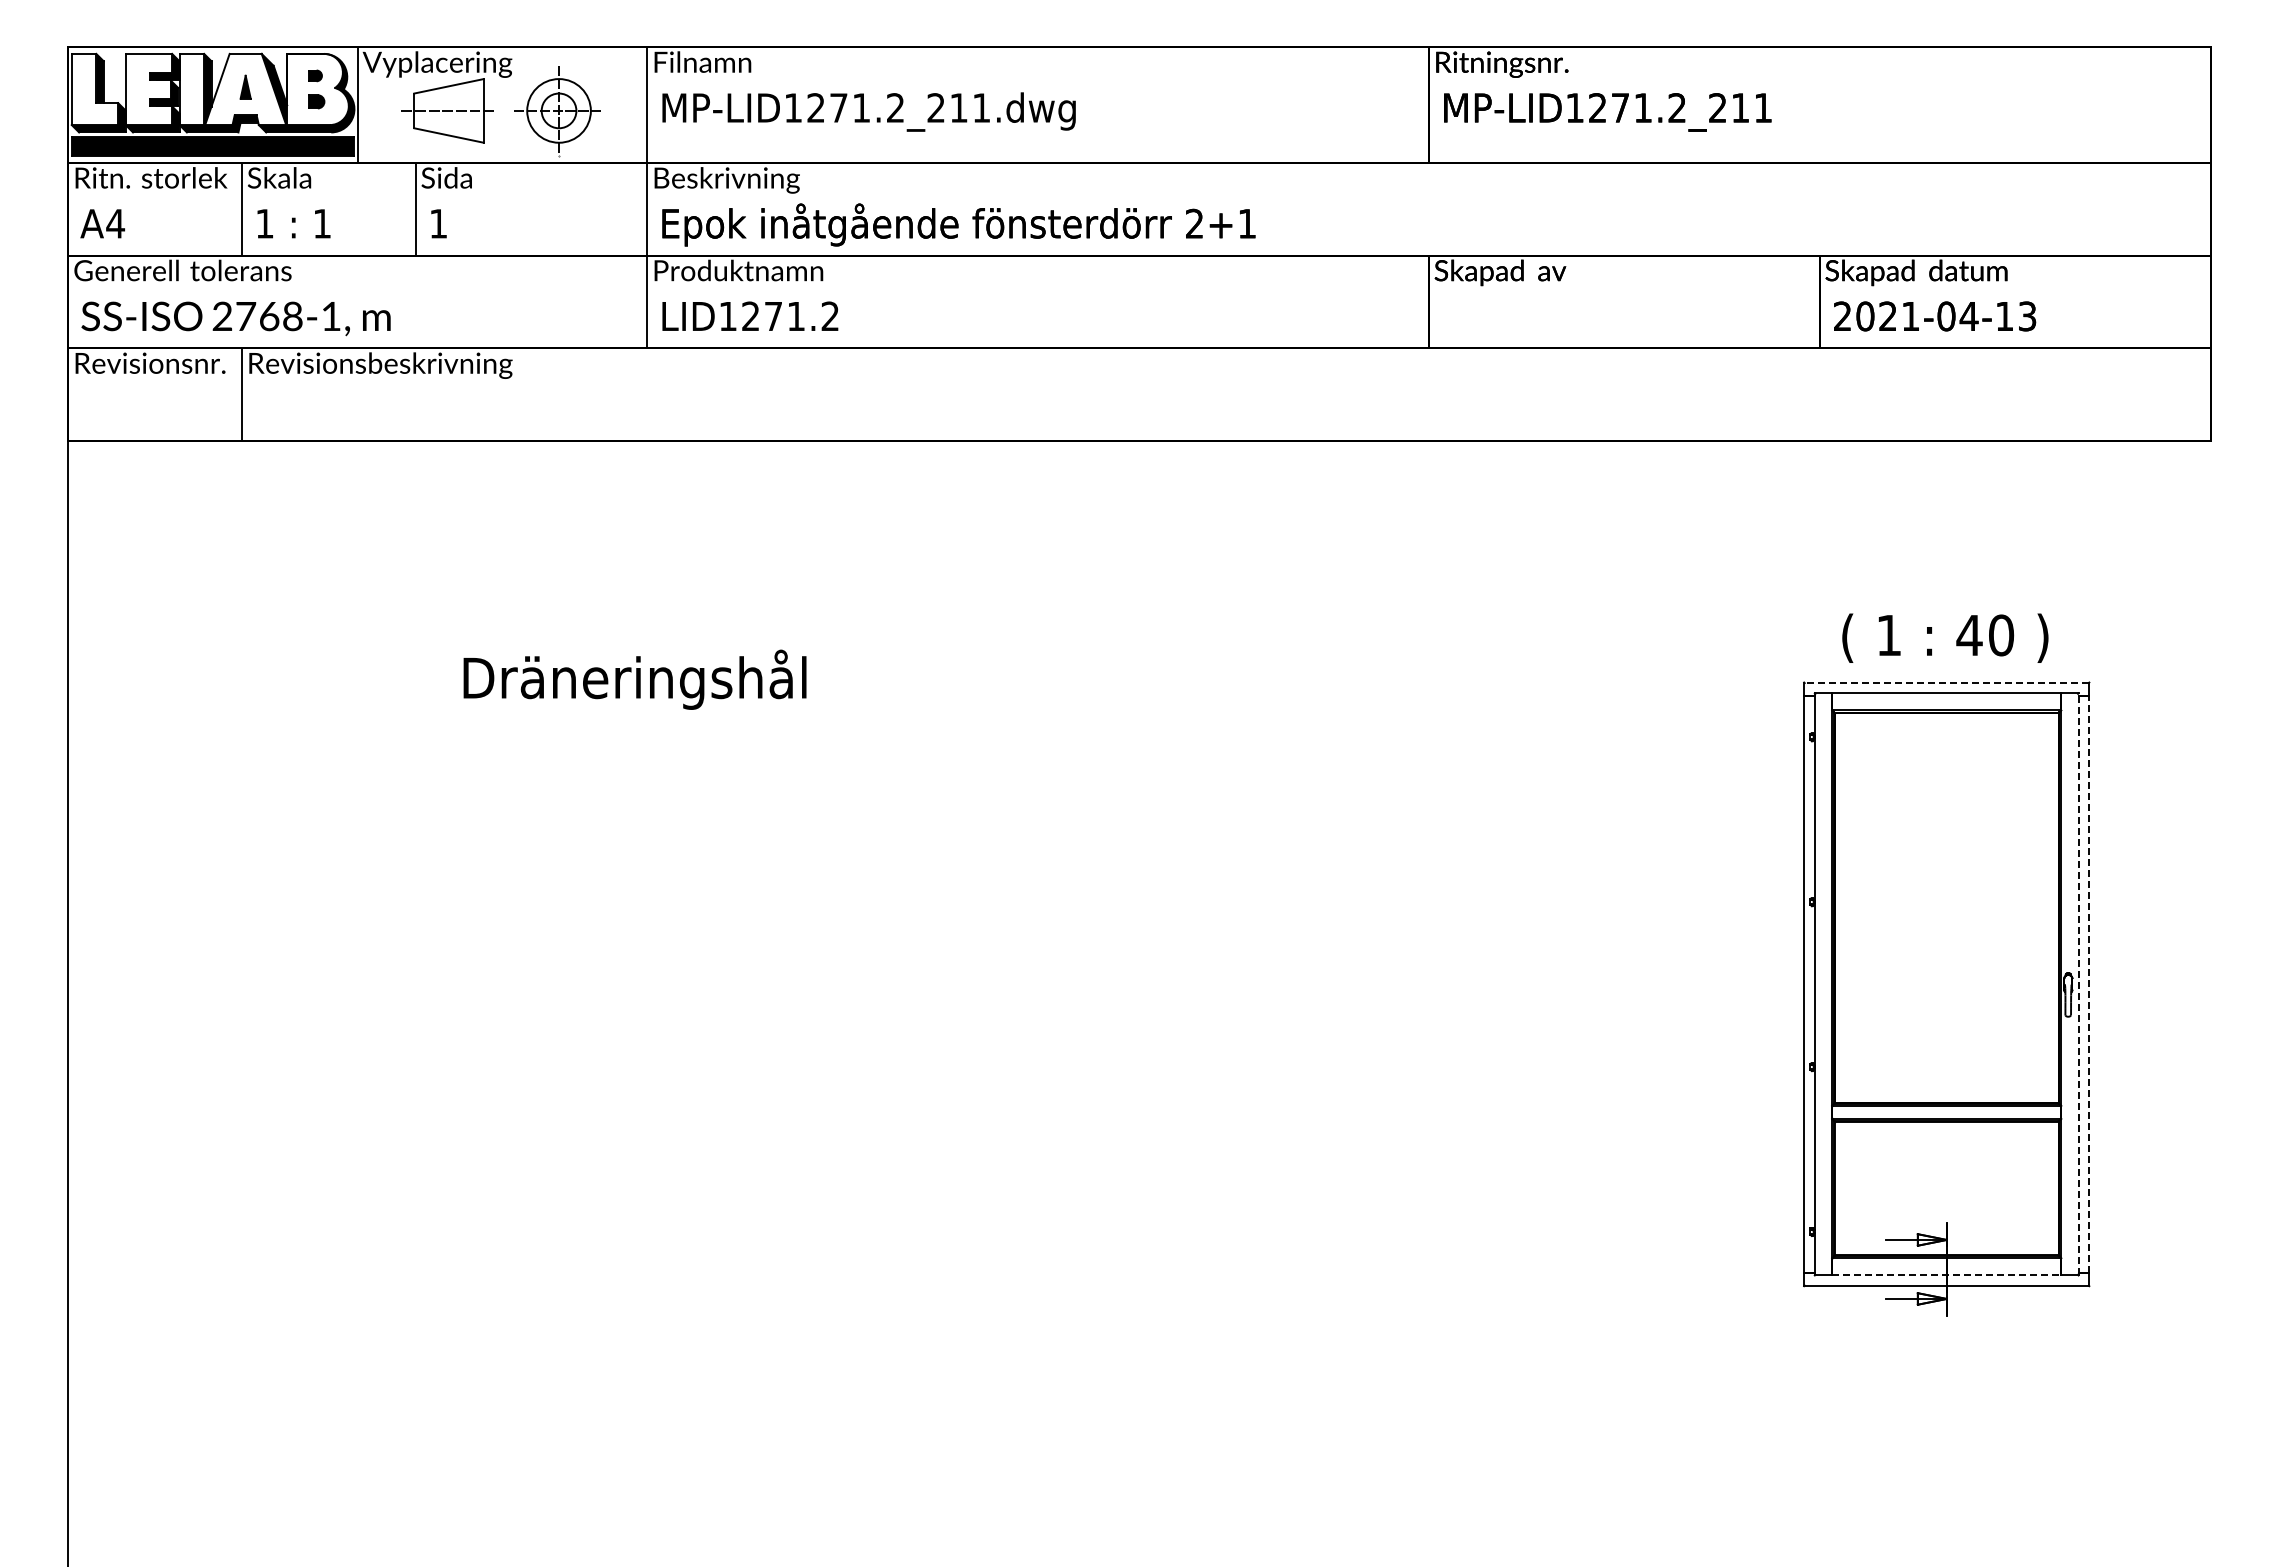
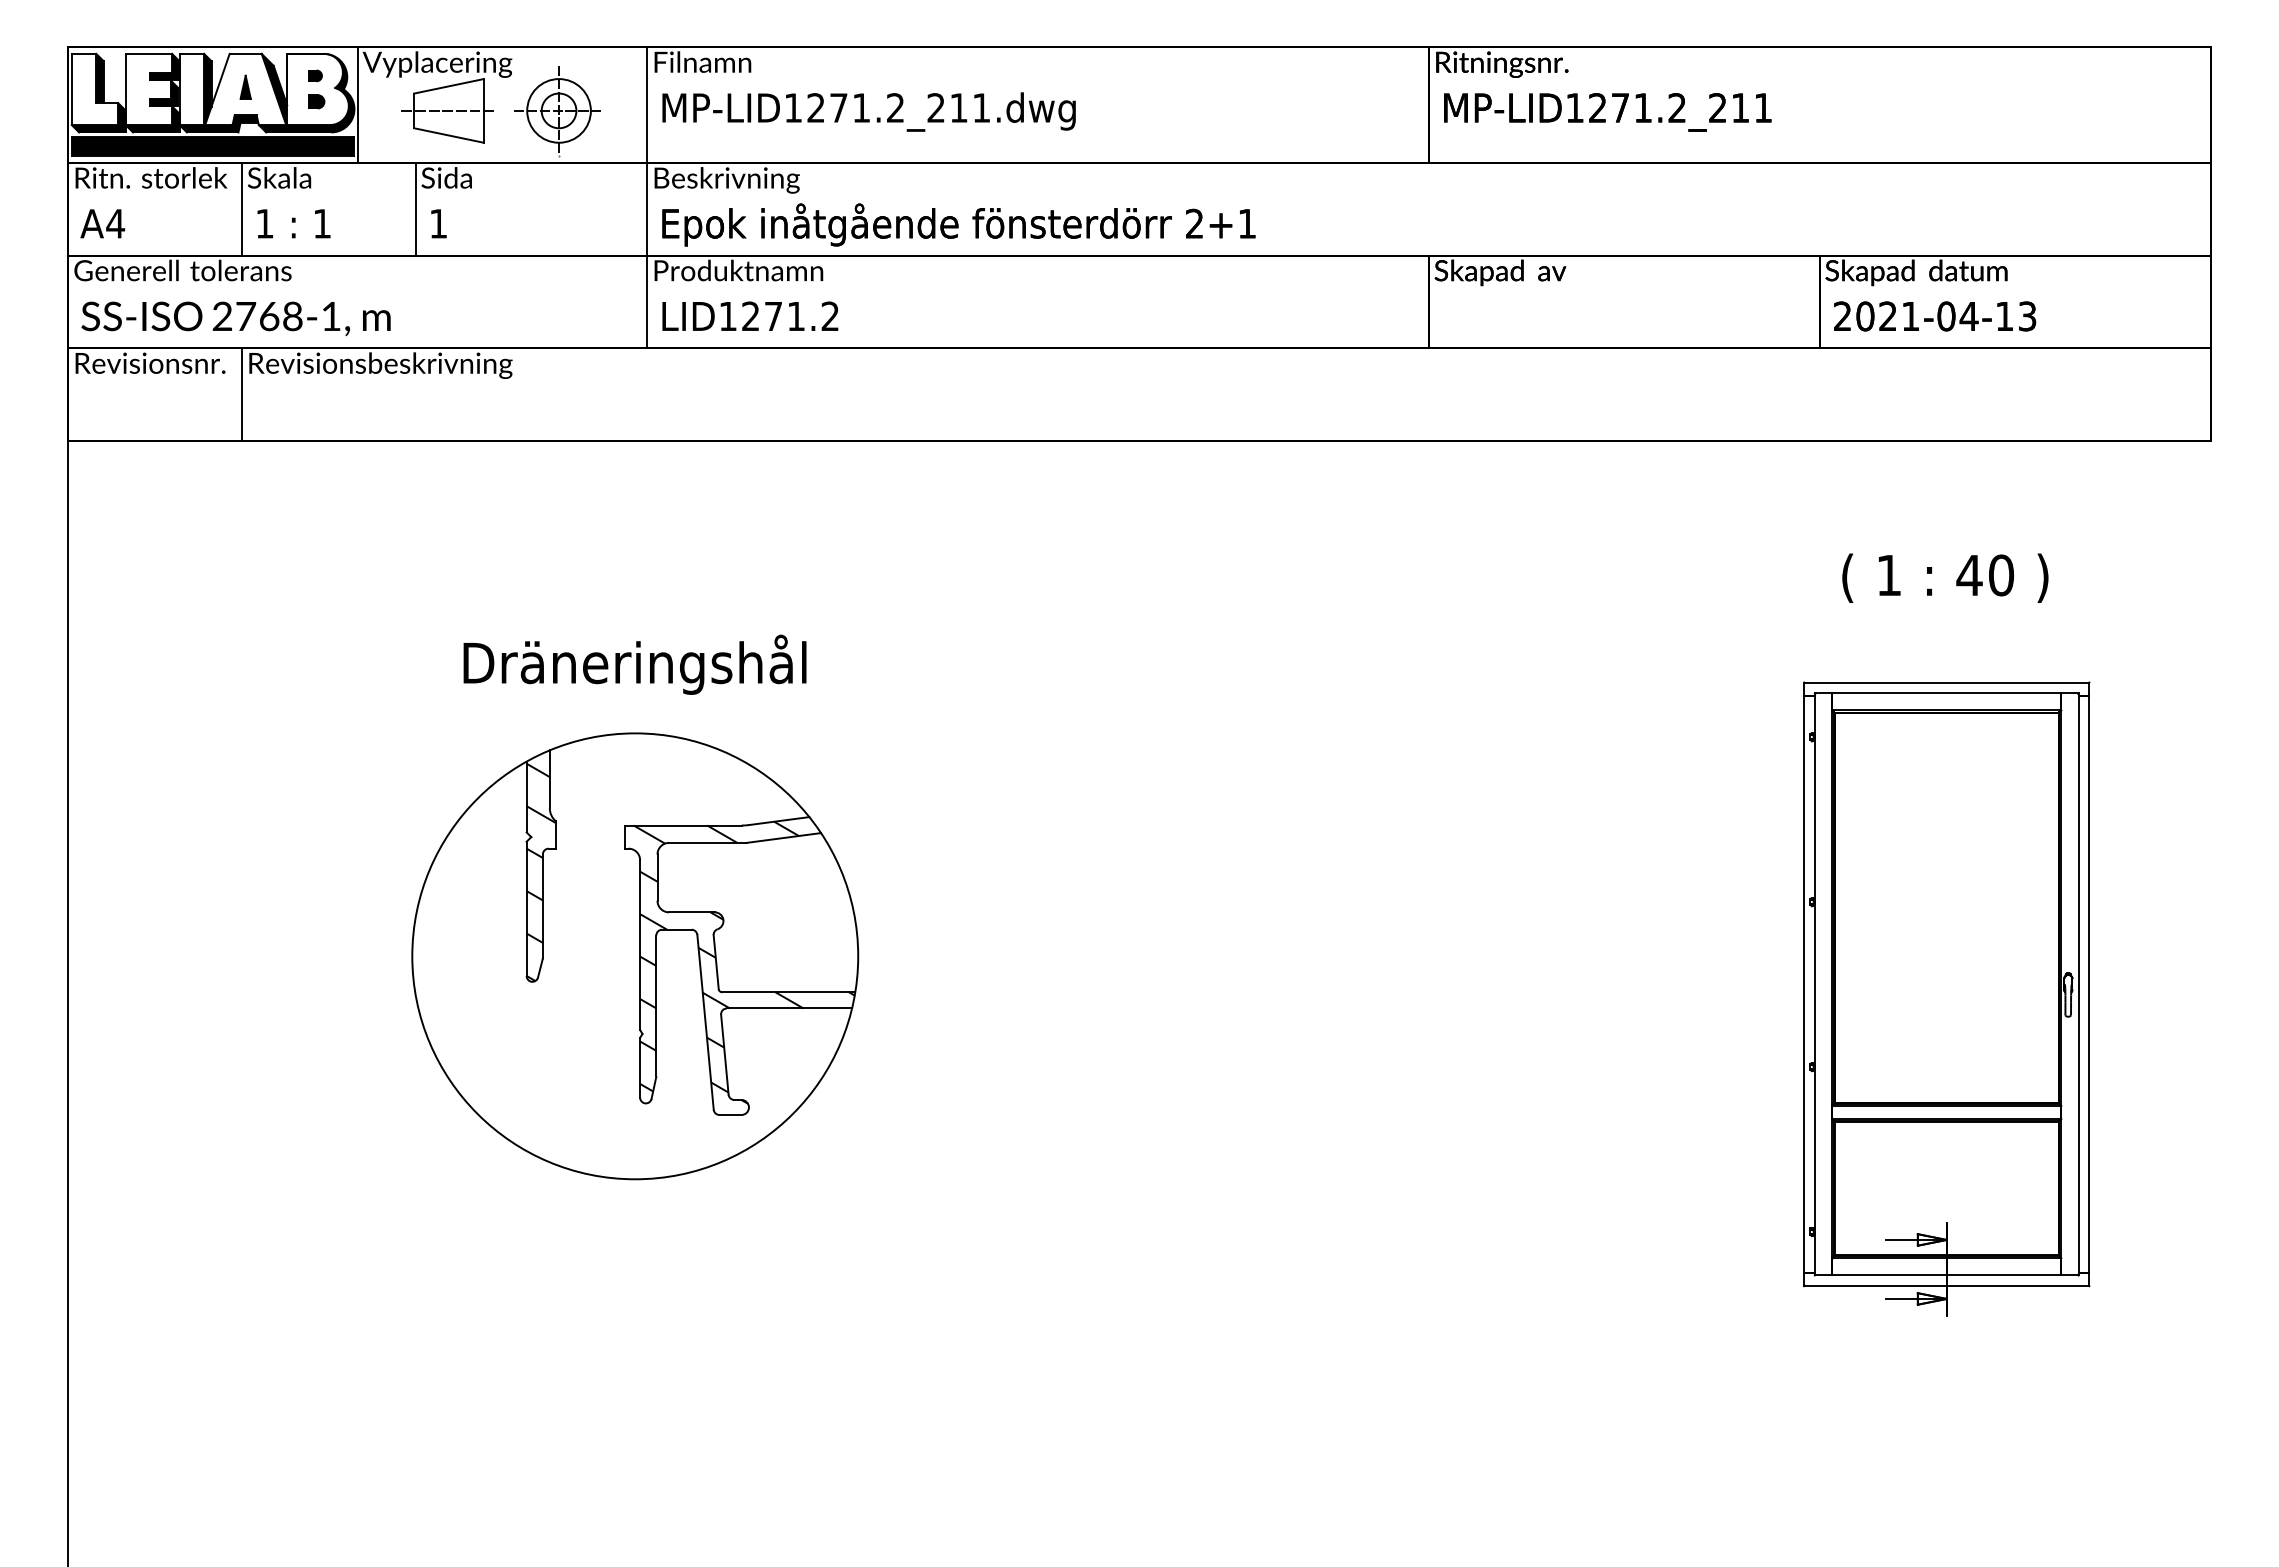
text at (1945, 637) position: (1945, 637) -> (1945, 577)
text at (634, 679) position: (634, 679) -> (634, 664)
line at (1946, 682): dashed -> solid
part at (635, 956): none -> present
line at (2078, 983): dashed -> solid
line at (2089, 984): dashed -> solid
line at (1946, 1275): dashed -> solid
